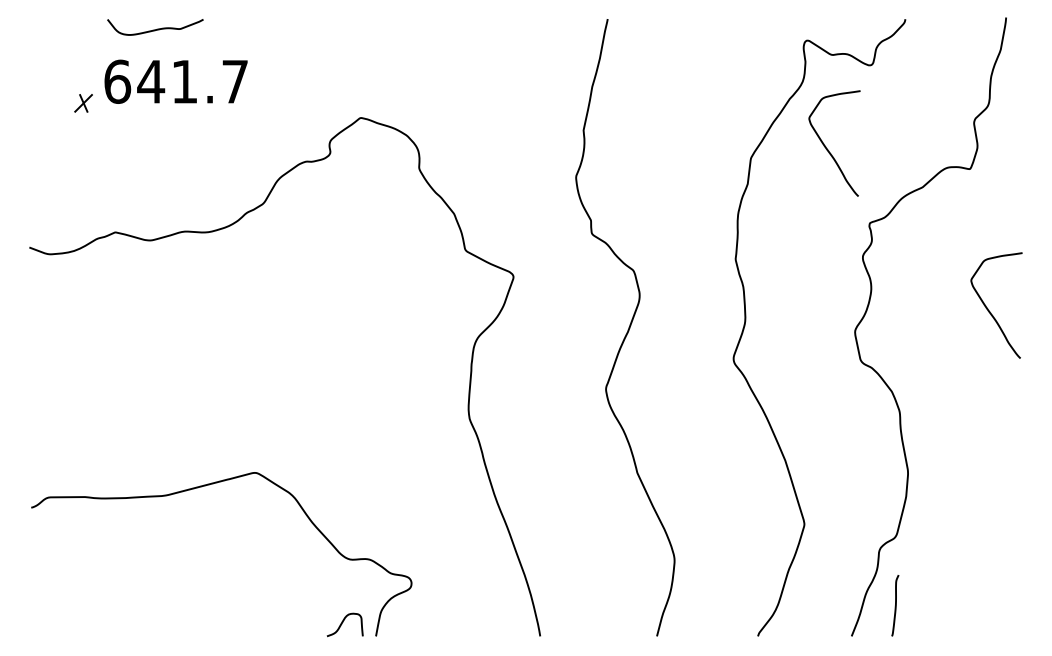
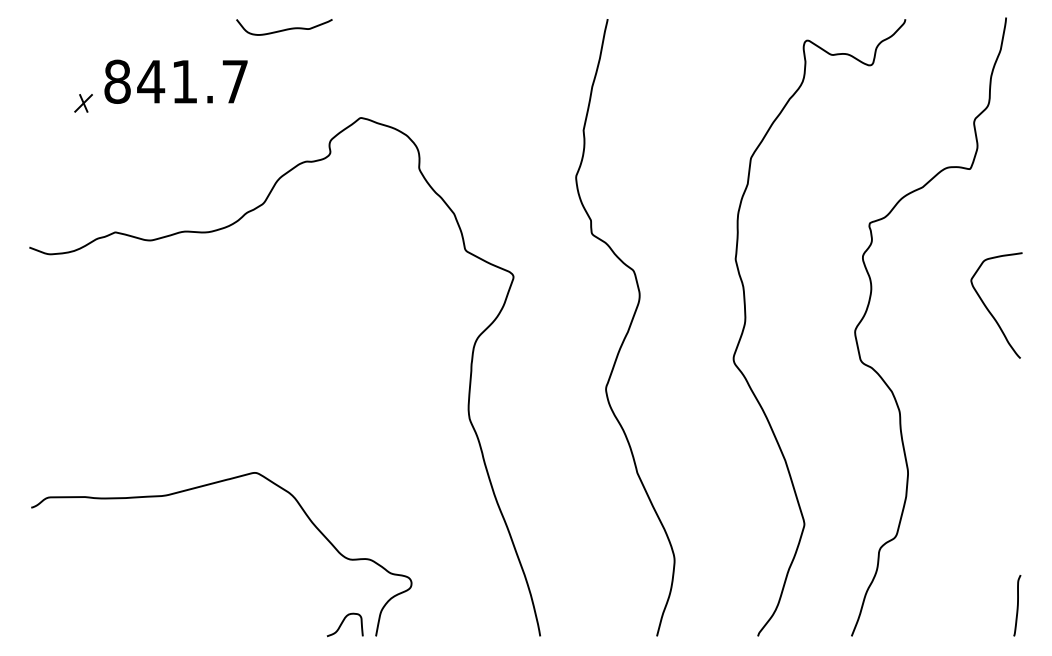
curve at (155, 29) position: (155, 29) -> (284, 29)
text at (117, 81): 641.7 -> 841.7
curve at (828, 149): present -> none
curve at (895, 605) position: (895, 605) -> (1017, 605)
